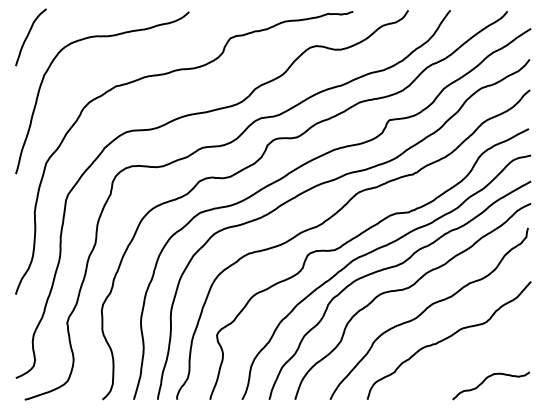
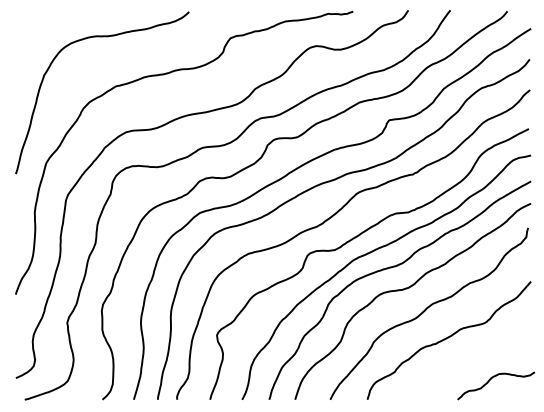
curve at (28, 36): present -> none
curve at (486, 379) position: (486, 379) -> (491, 379)
